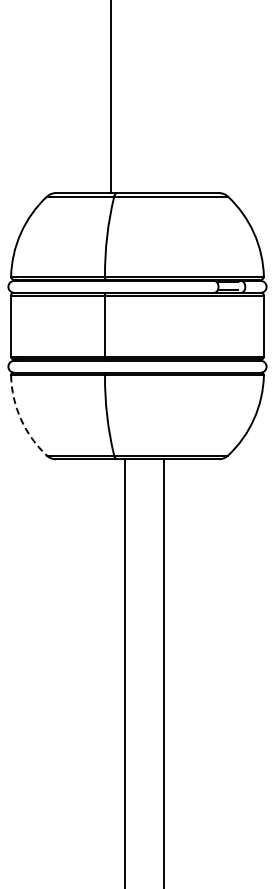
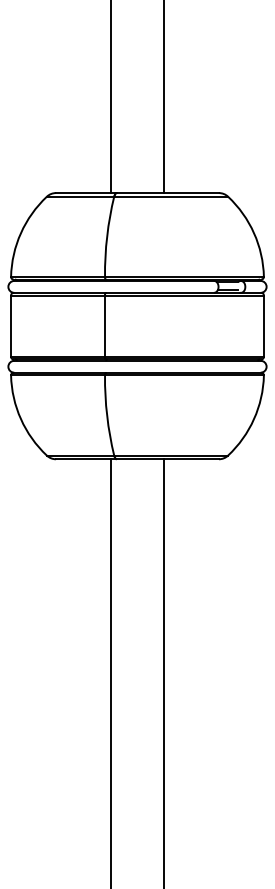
line at (164, 97): none -> present
arc at (20, 419): dashed -> solid
line at (124, 672) position: (124, 672) -> (110, 672)
